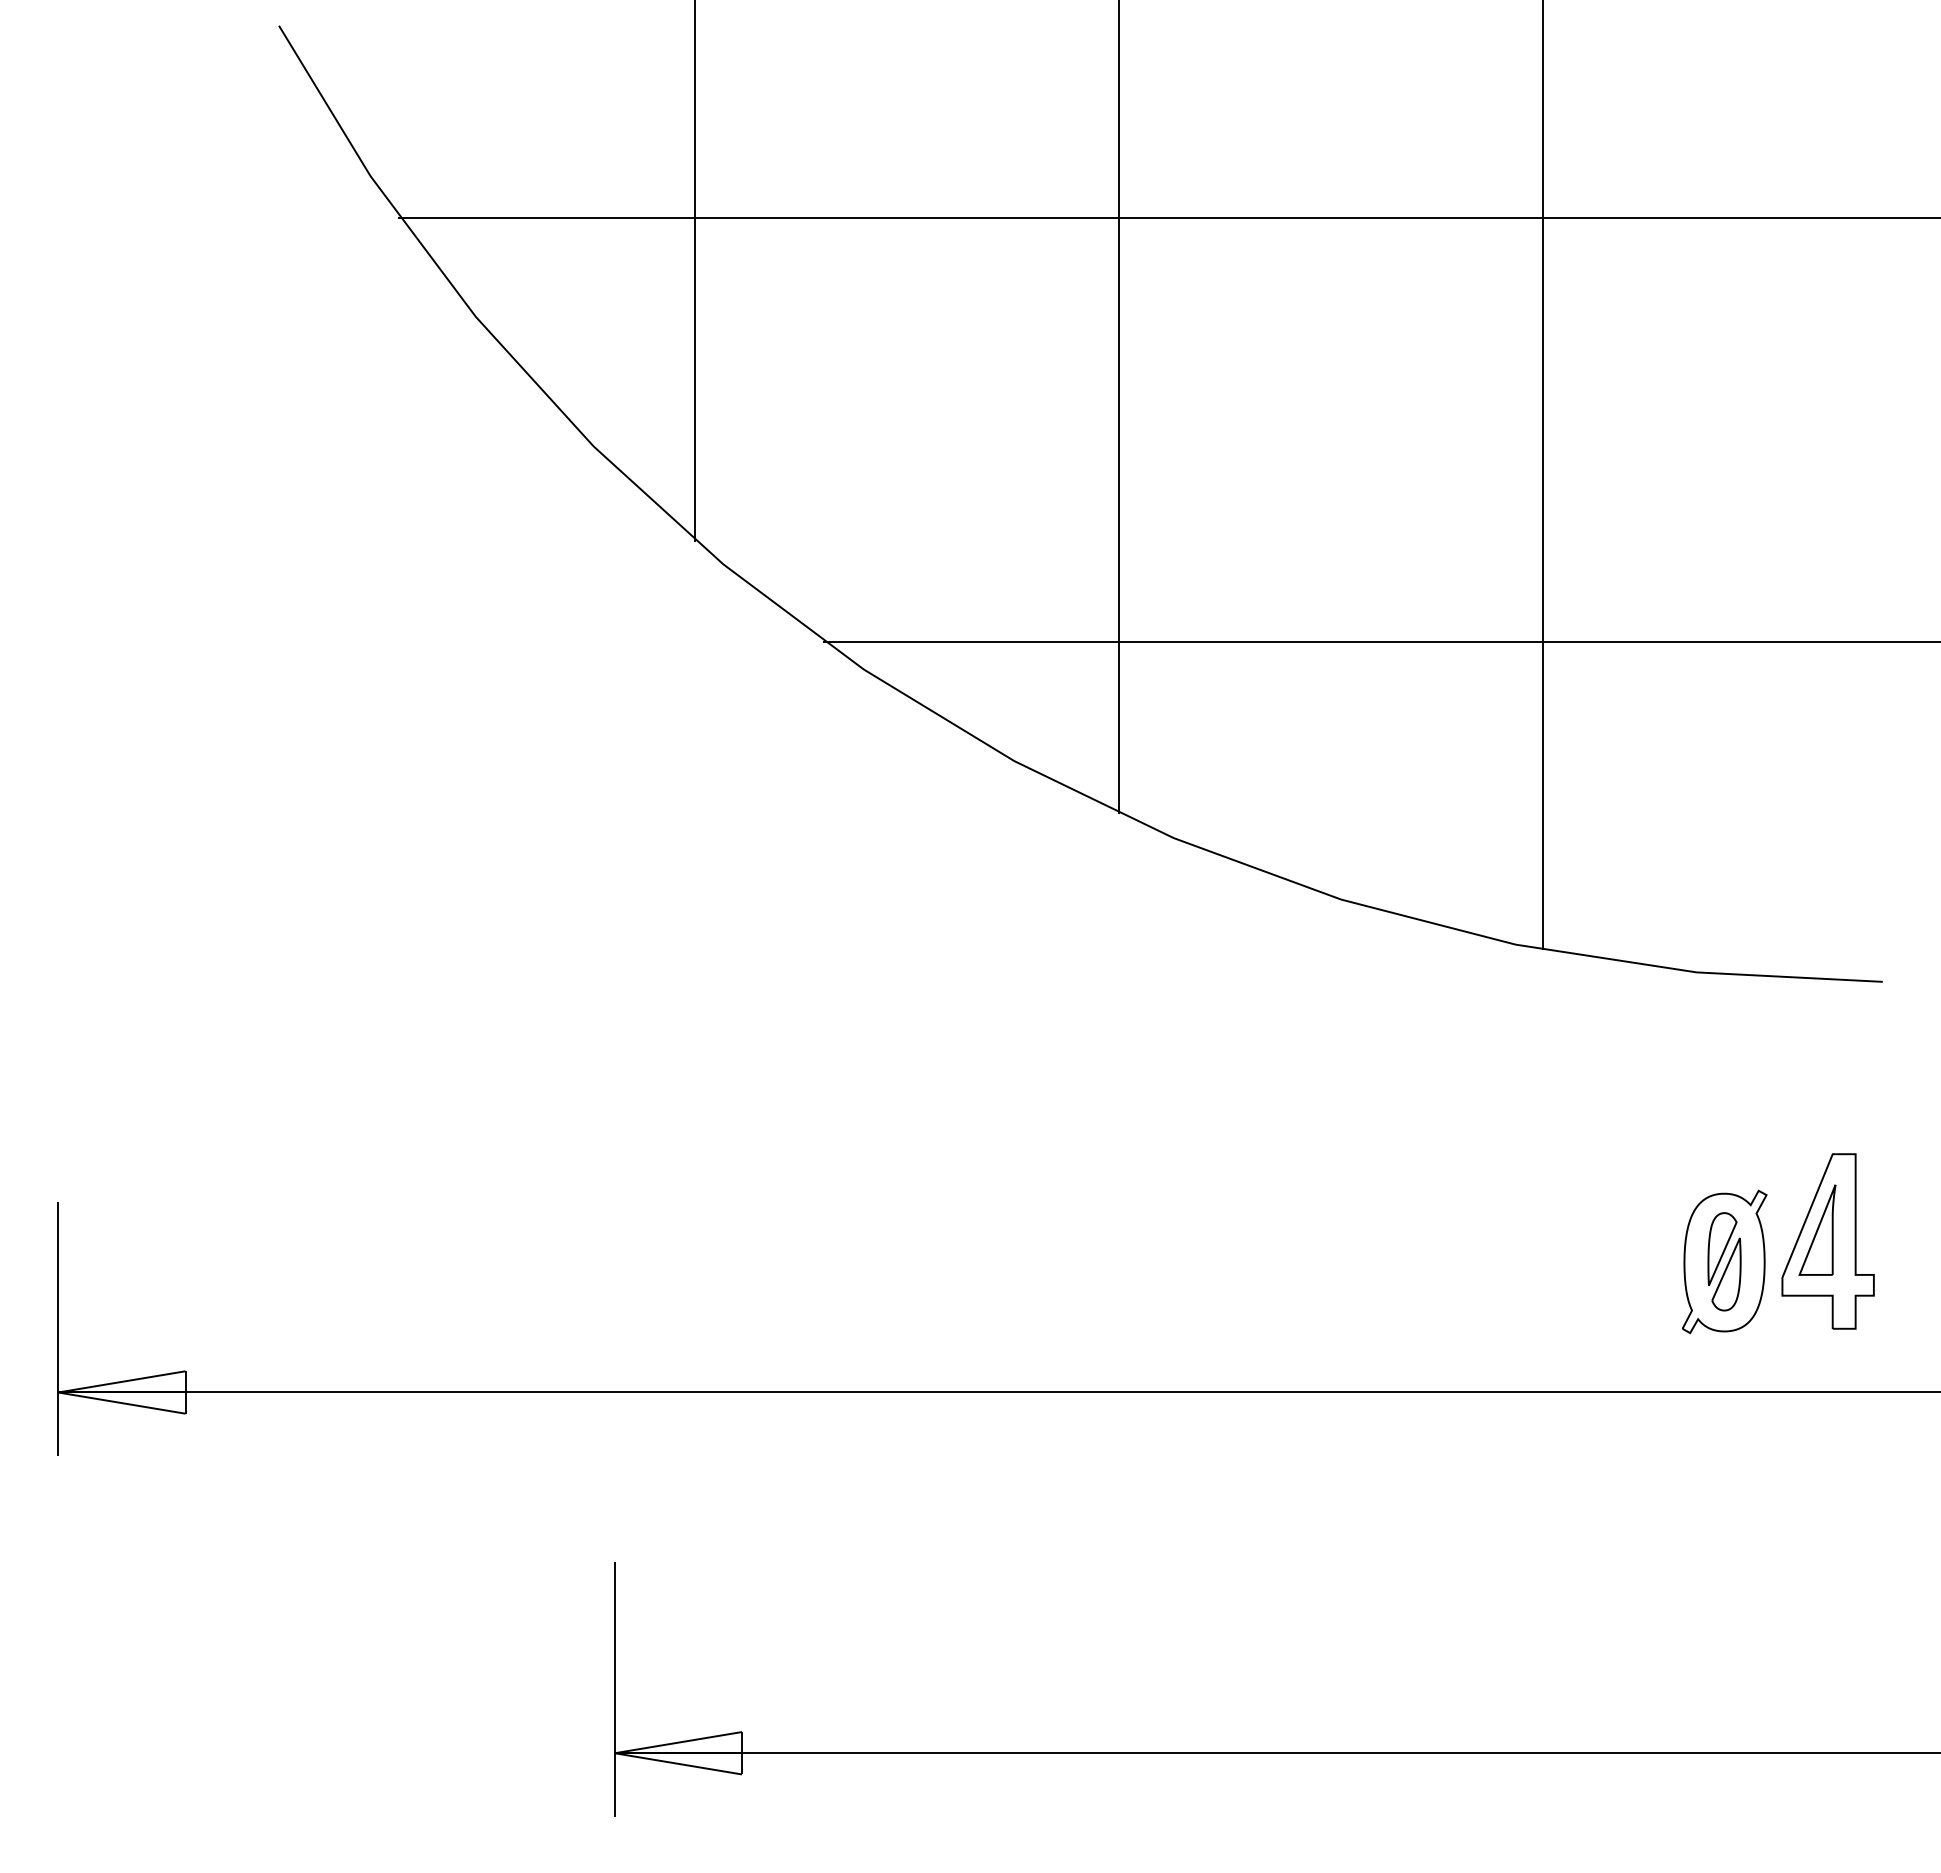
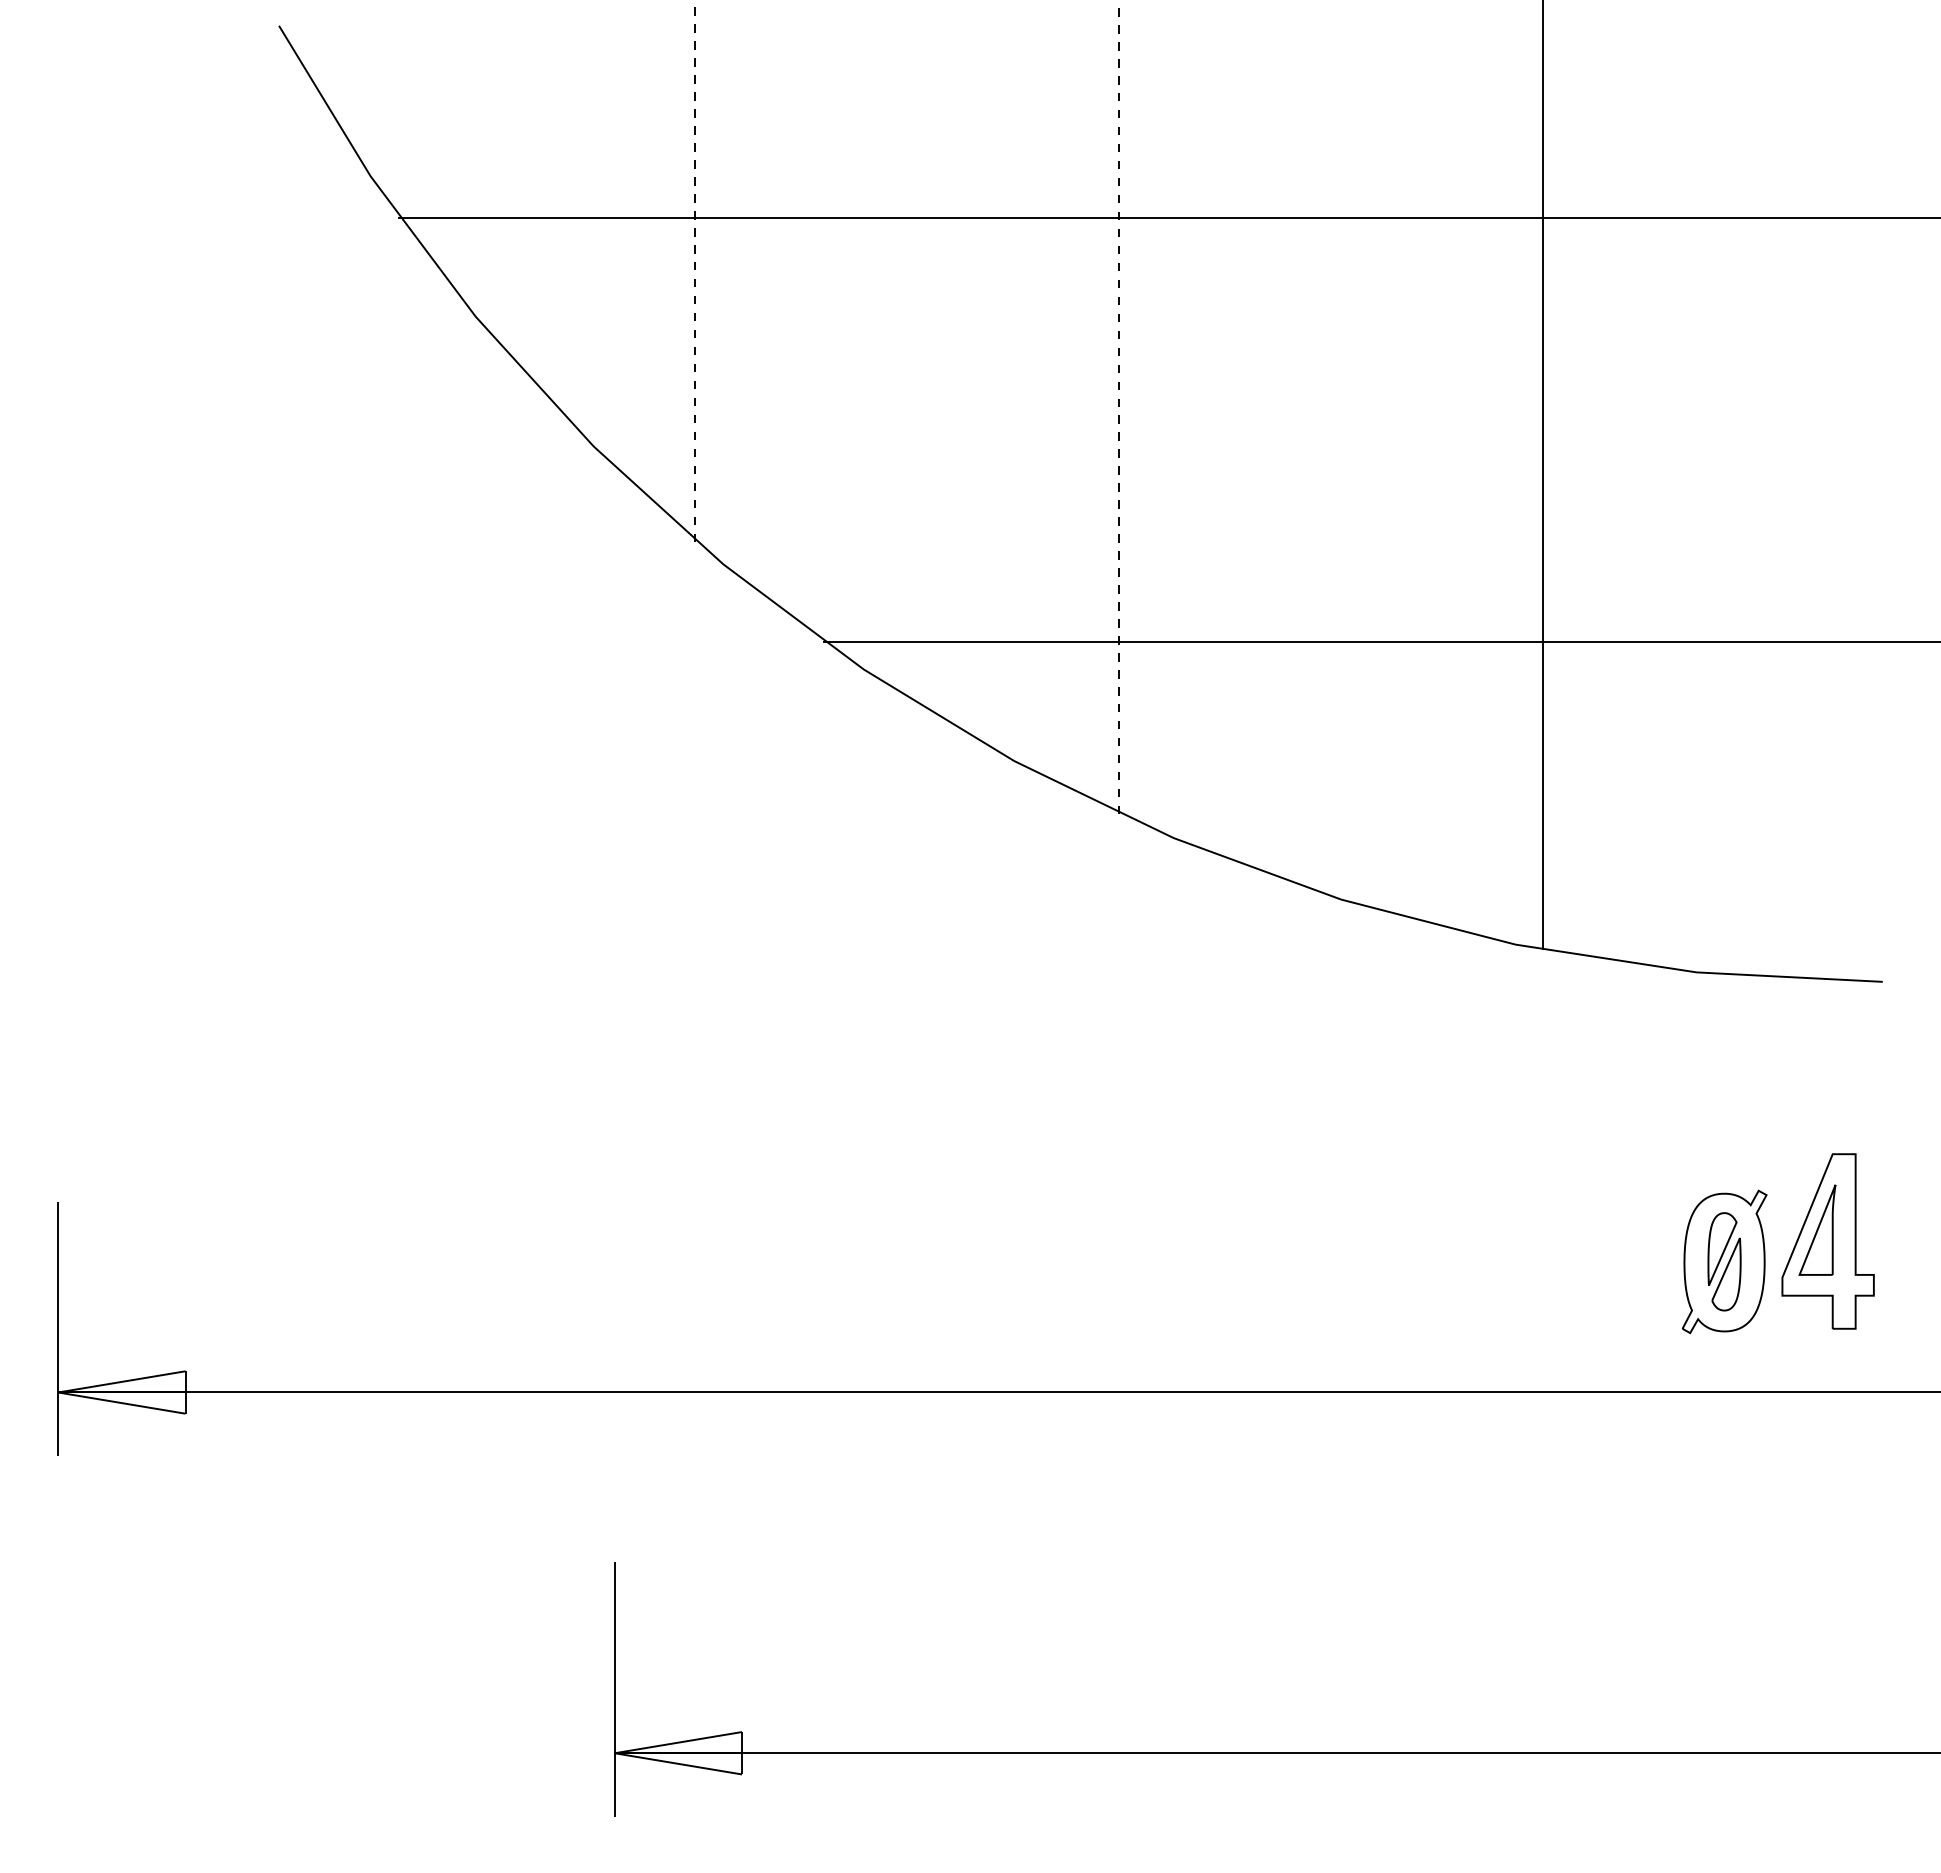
line at (694, 271): solid -> dashed
line at (1119, 407): solid -> dashed
